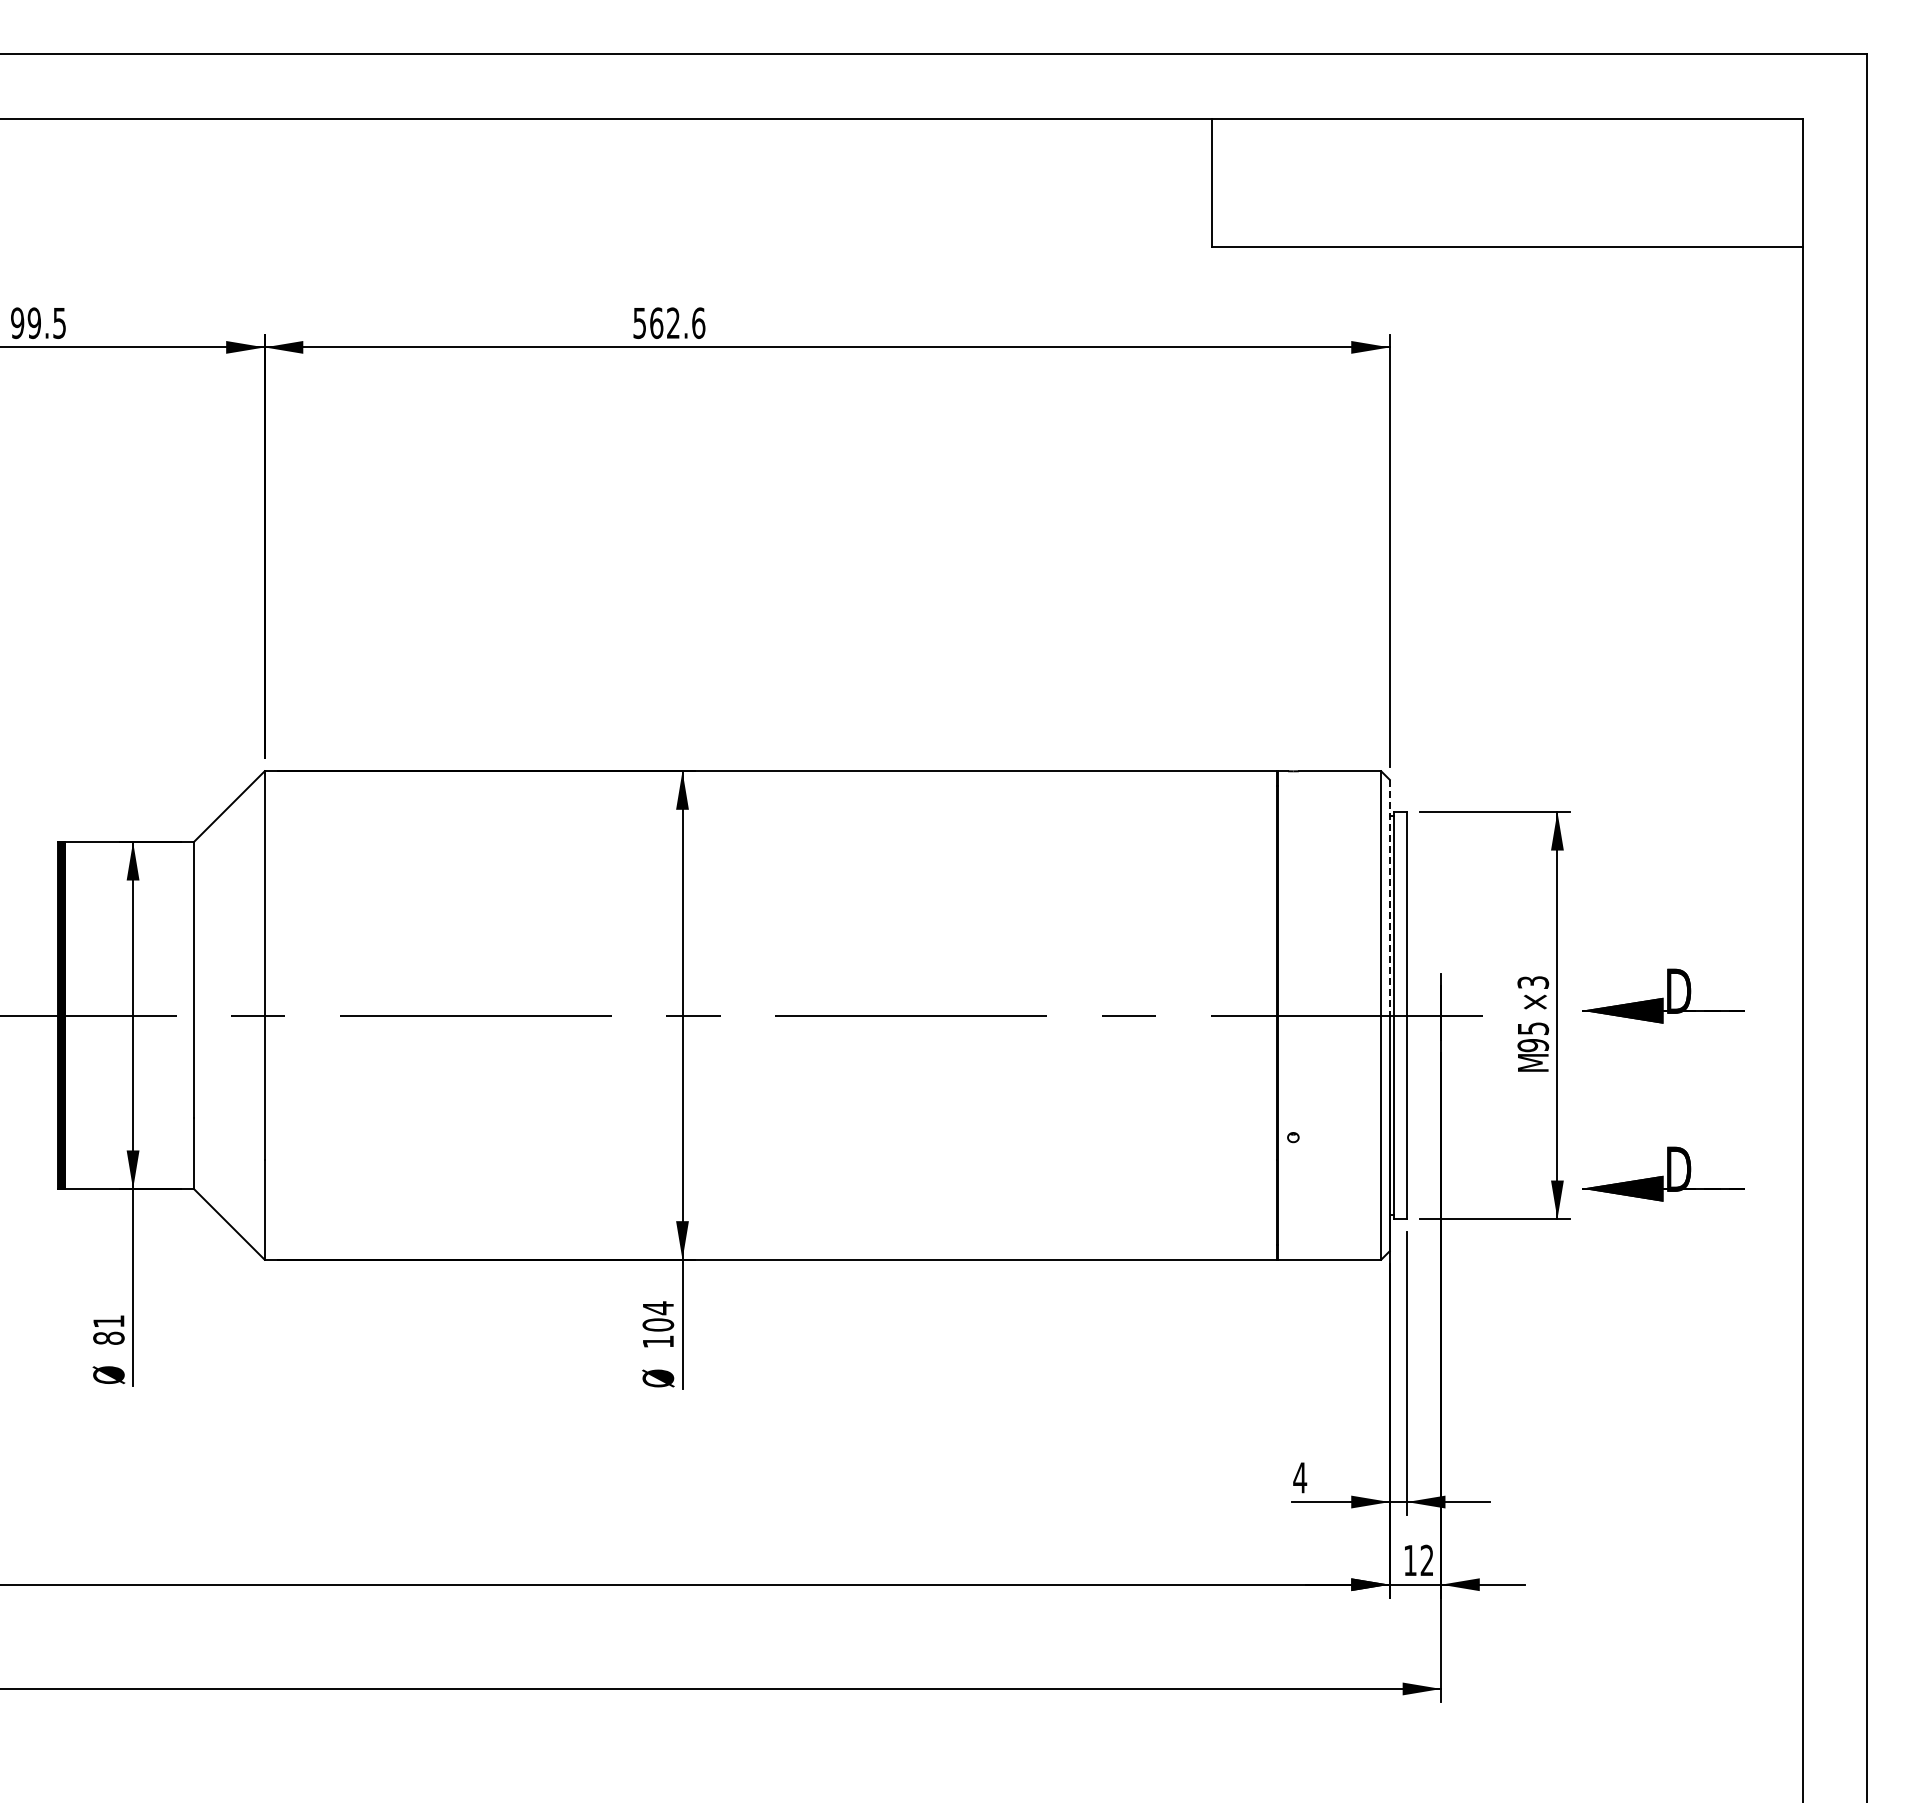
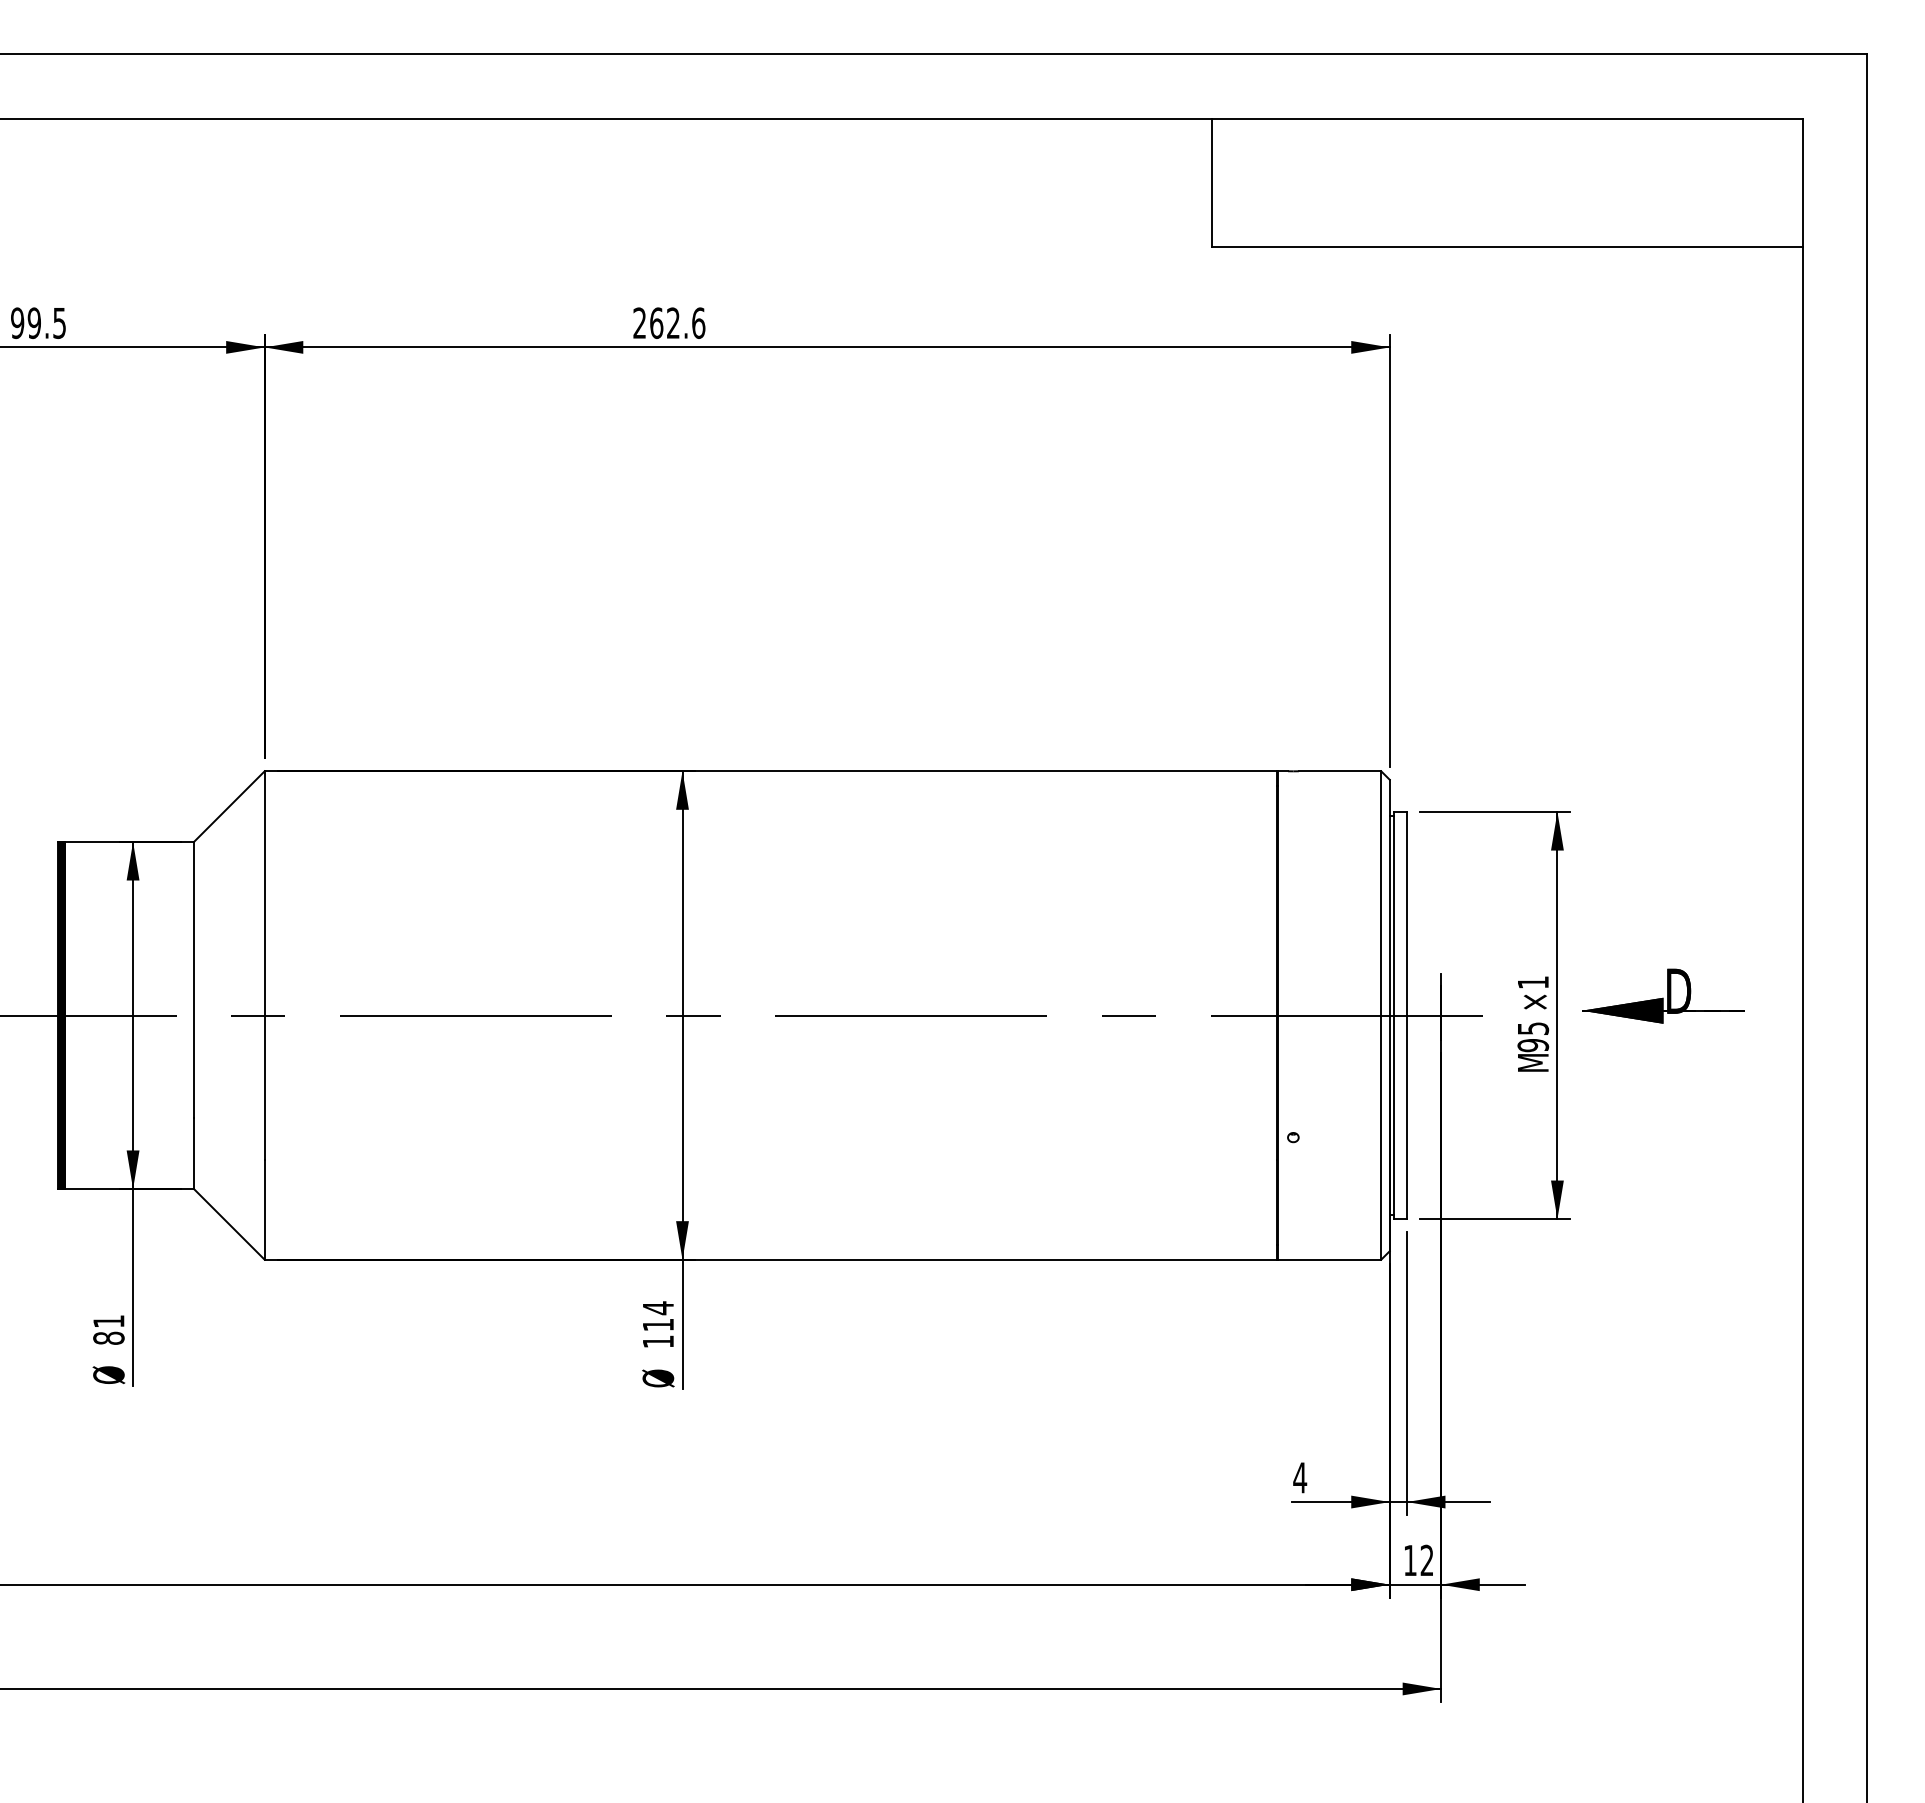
text at (639, 323): 562.6 -> 262.6
line at (1389, 897): dashed -> solid
text at (1533, 982): ×3 -> ×1
part at (1663, 1173): present -> none
text at (658, 1324): 104 -> 114
